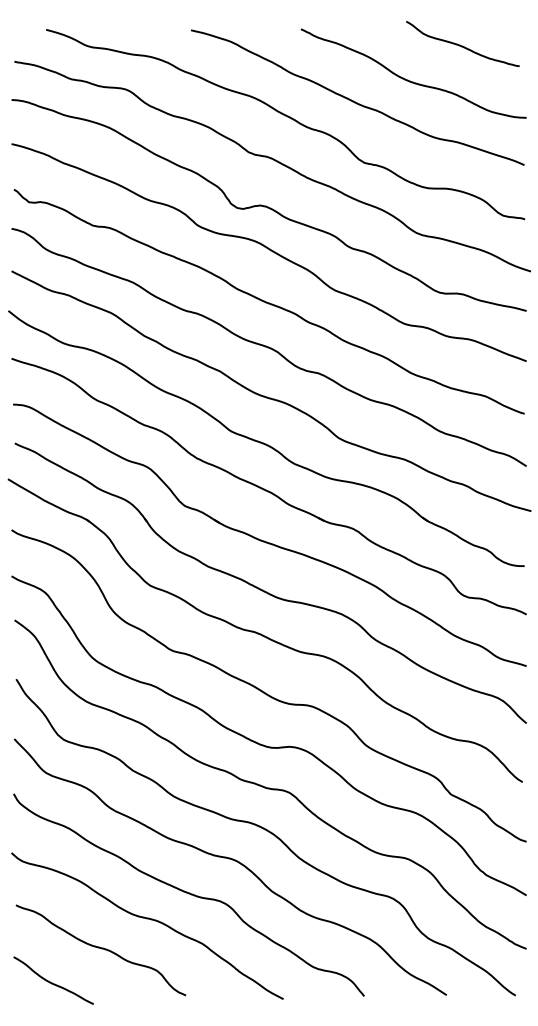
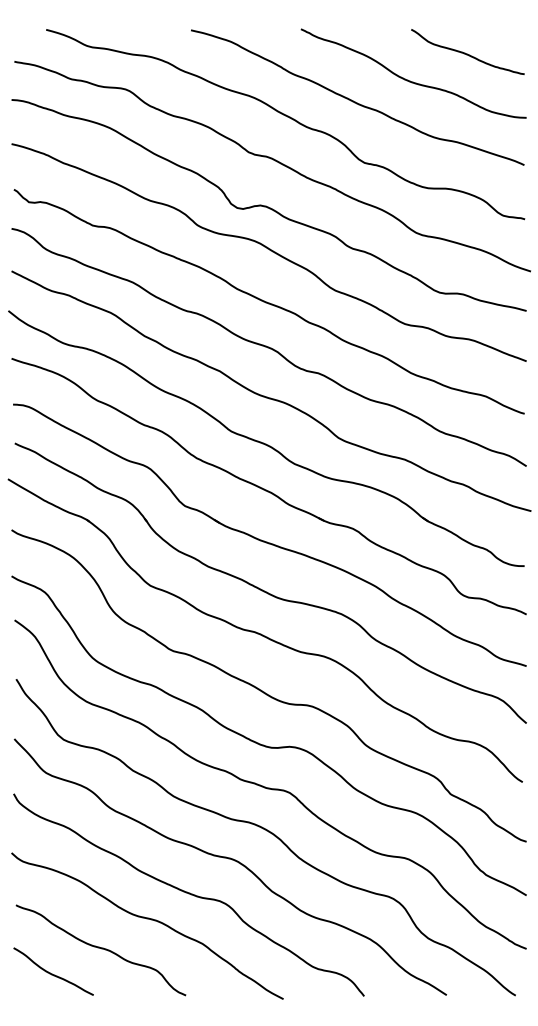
curve at (462, 45) position: (462, 45) -> (467, 53)
curve at (52, 982) position: (52, 982) -> (52, 973)
